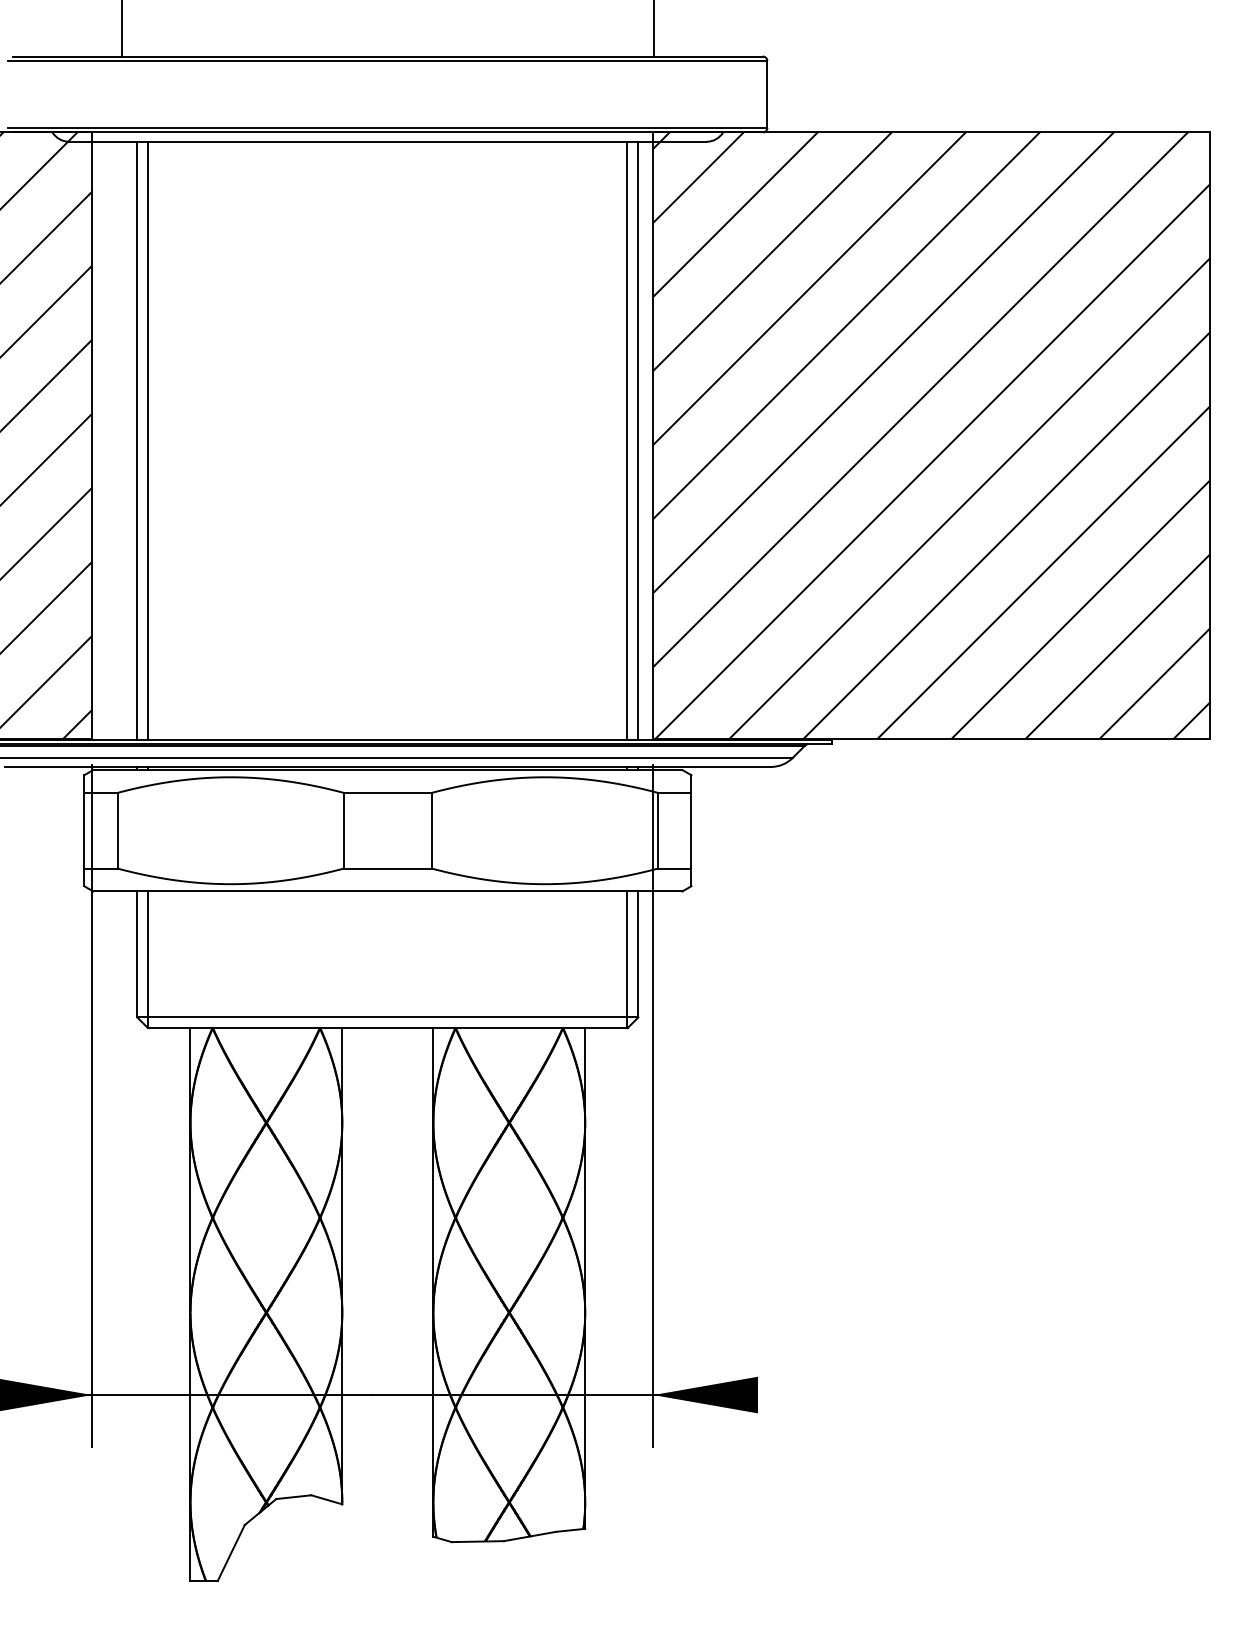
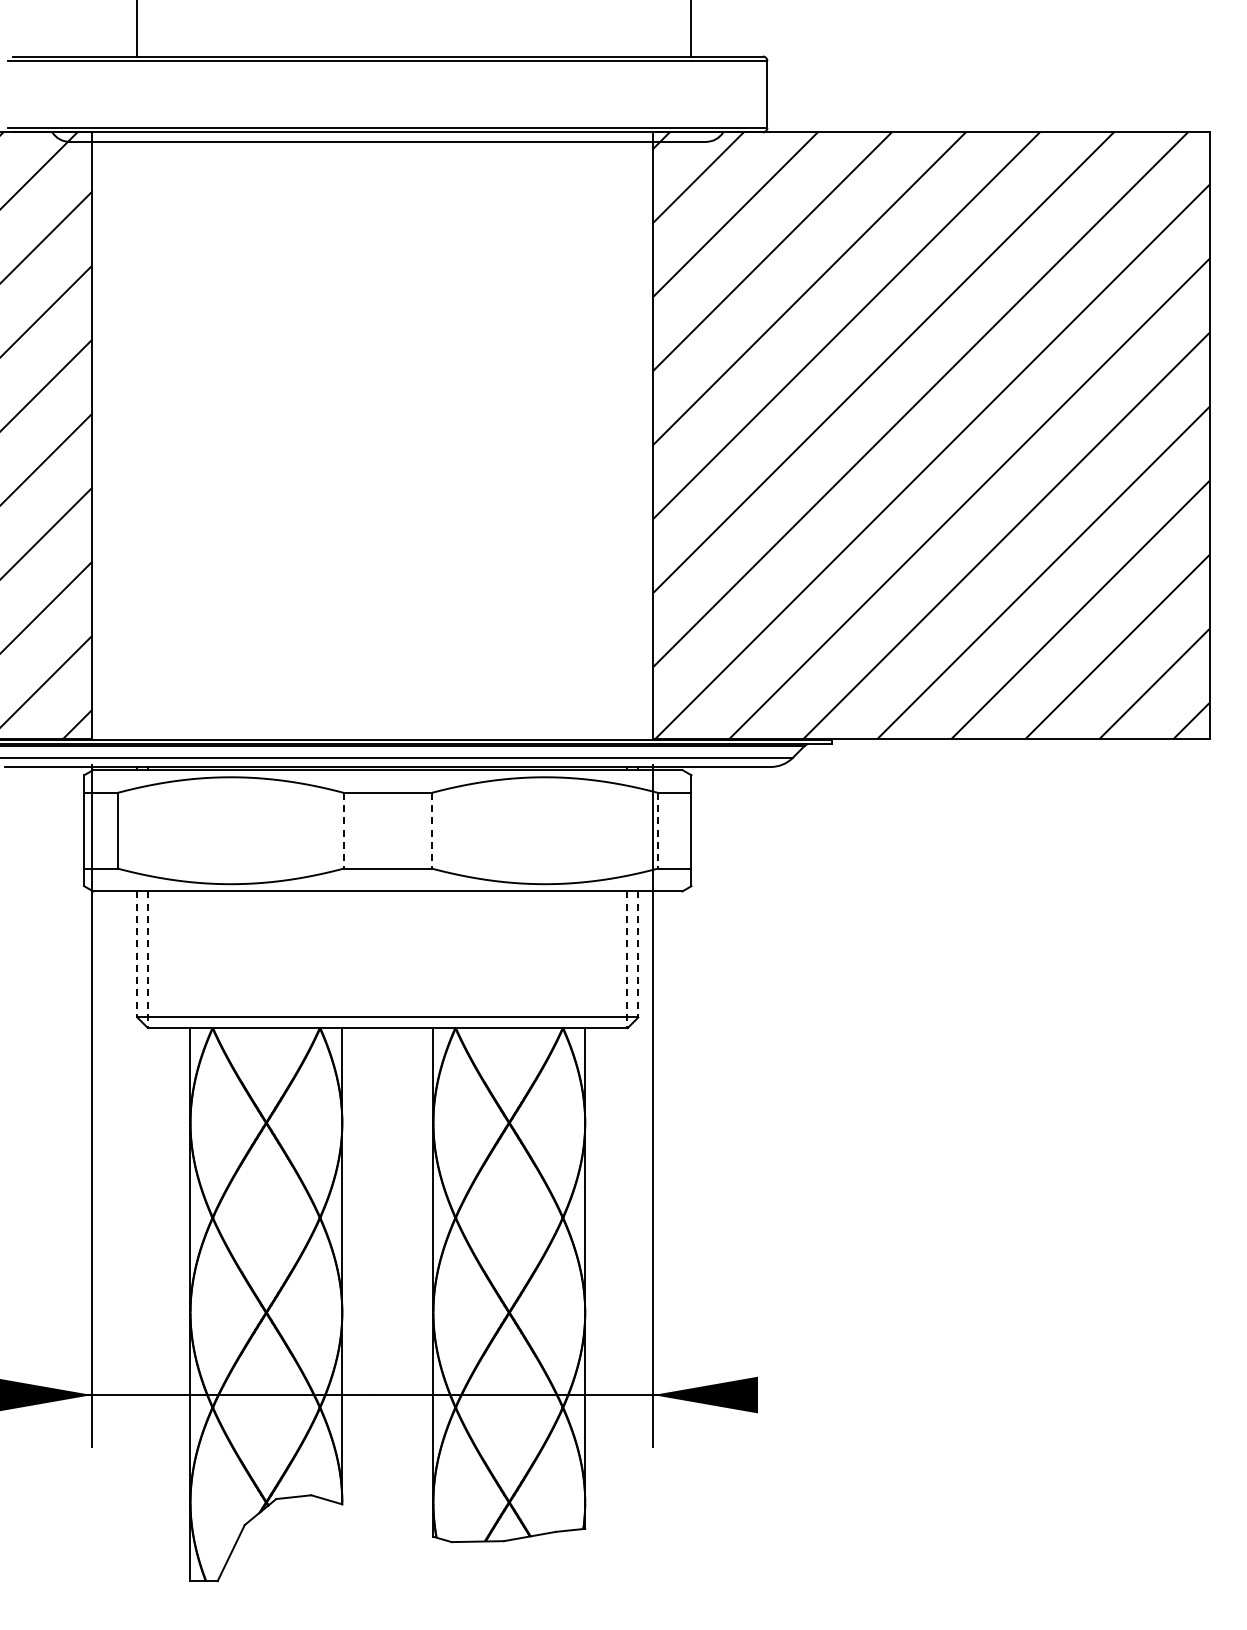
line at (122, 29) position: (122, 29) -> (137, 29)
line at (653, 29) position: (653, 29) -> (690, 29)
line at (137, 440): present -> none
line at (148, 440): present -> none
line at (627, 440): present -> none
line at (638, 440): present -> none
line at (343, 830): solid -> dashed
line at (432, 830): solid -> dashed
line at (657, 830): solid -> dashed
line at (137, 954): solid -> dashed
line at (638, 954): solid -> dashed
line at (148, 960): solid -> dashed
line at (627, 960): solid -> dashed
